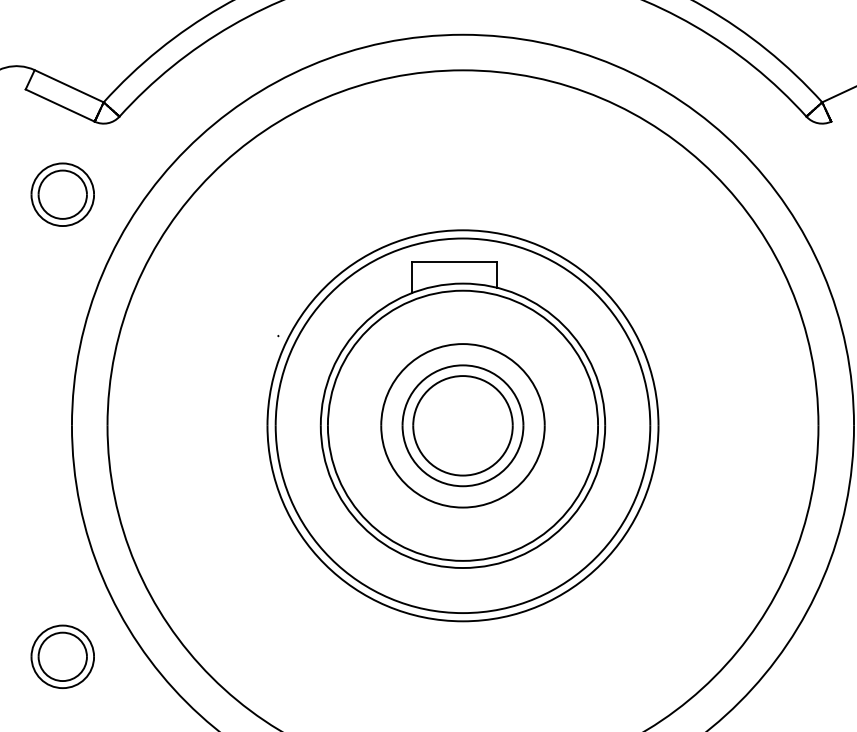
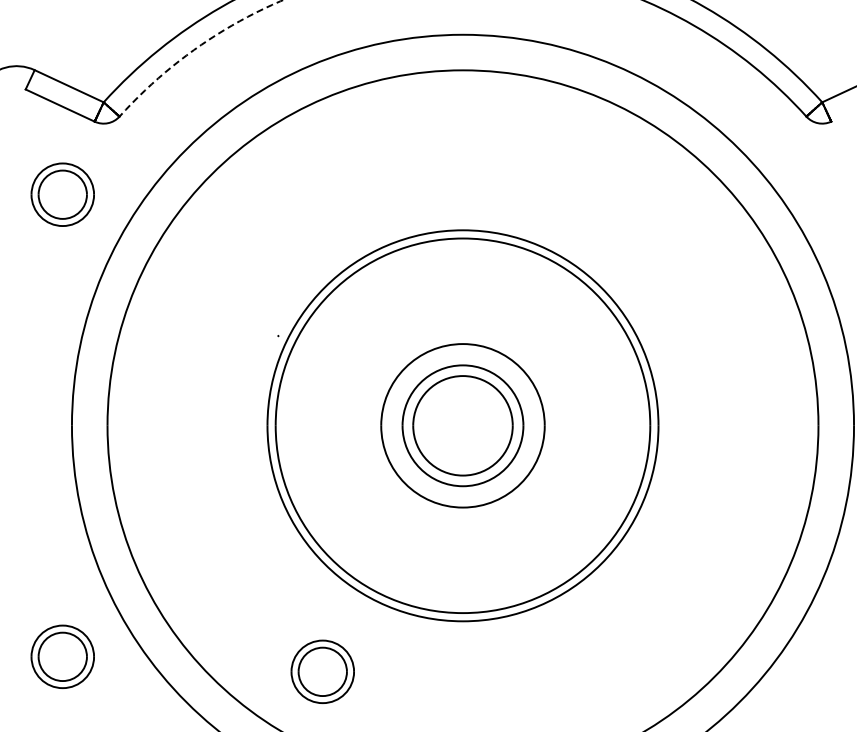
arc at (195, 49): solid -> dashed
part at (462, 414): present -> none
part at (322, 671): none -> present
